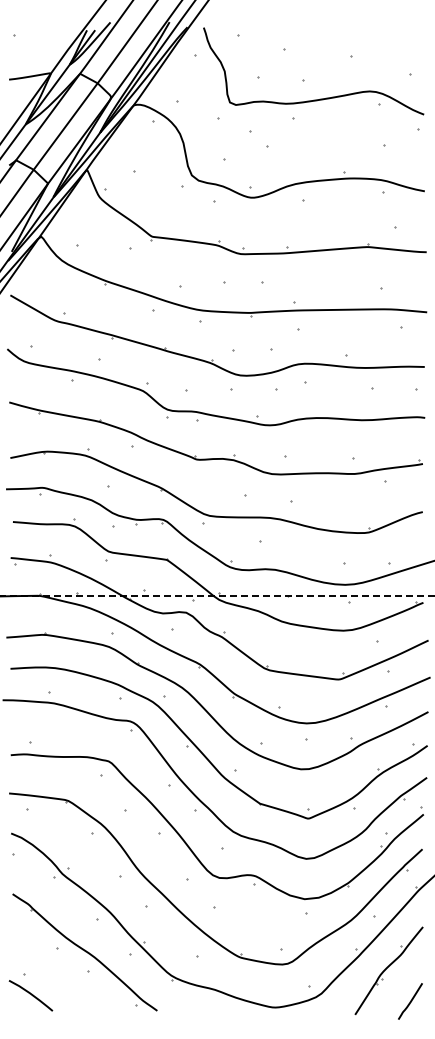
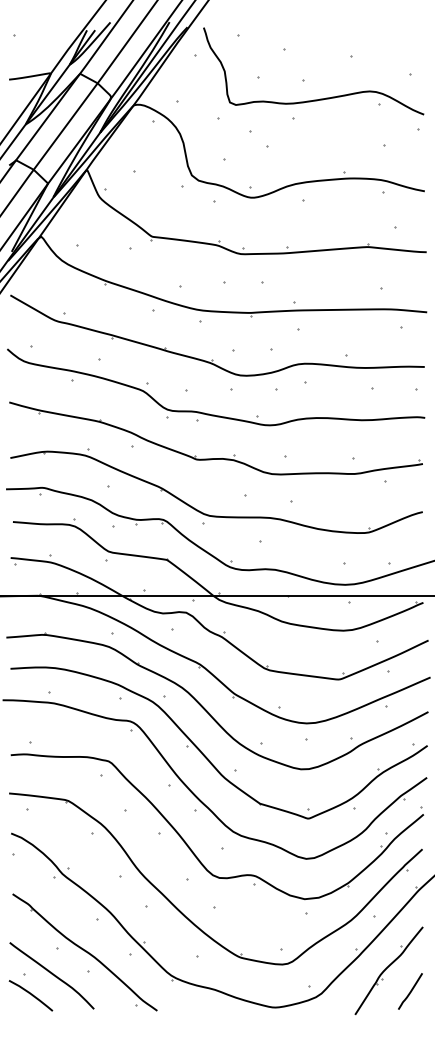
line at (217, 595): dashed -> solid
curve at (51, 974): none -> present
line at (410, 1001) position: (410, 1001) -> (410, 991)
